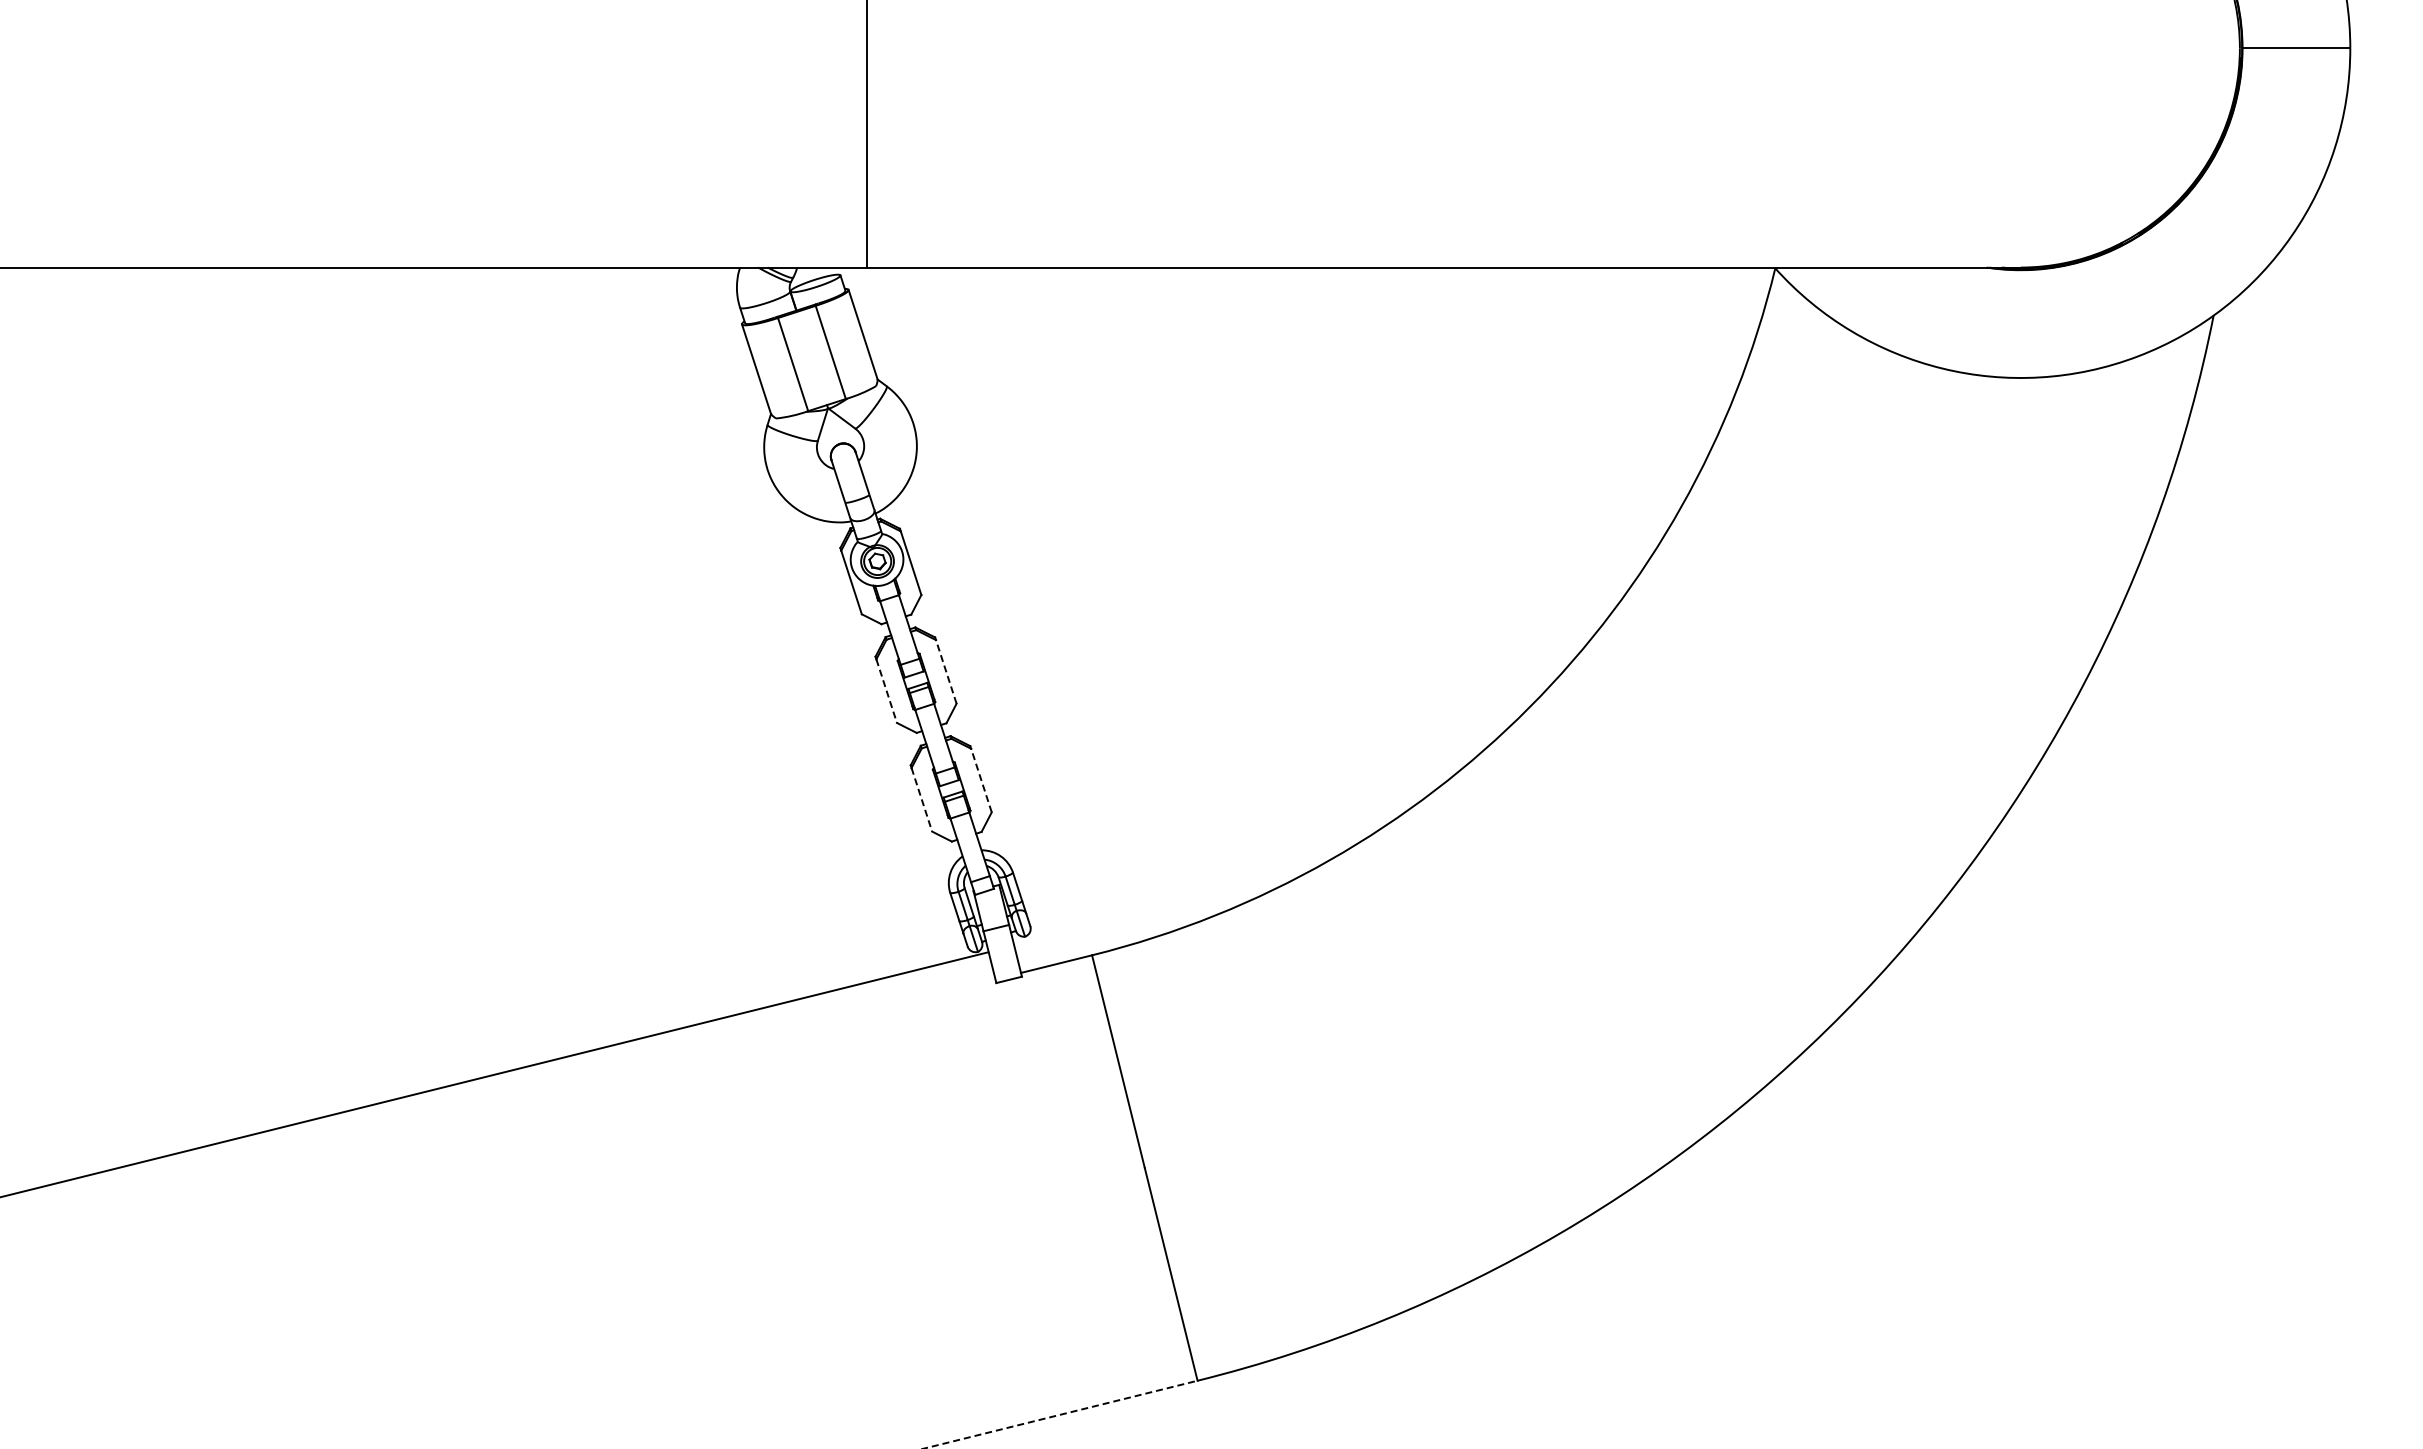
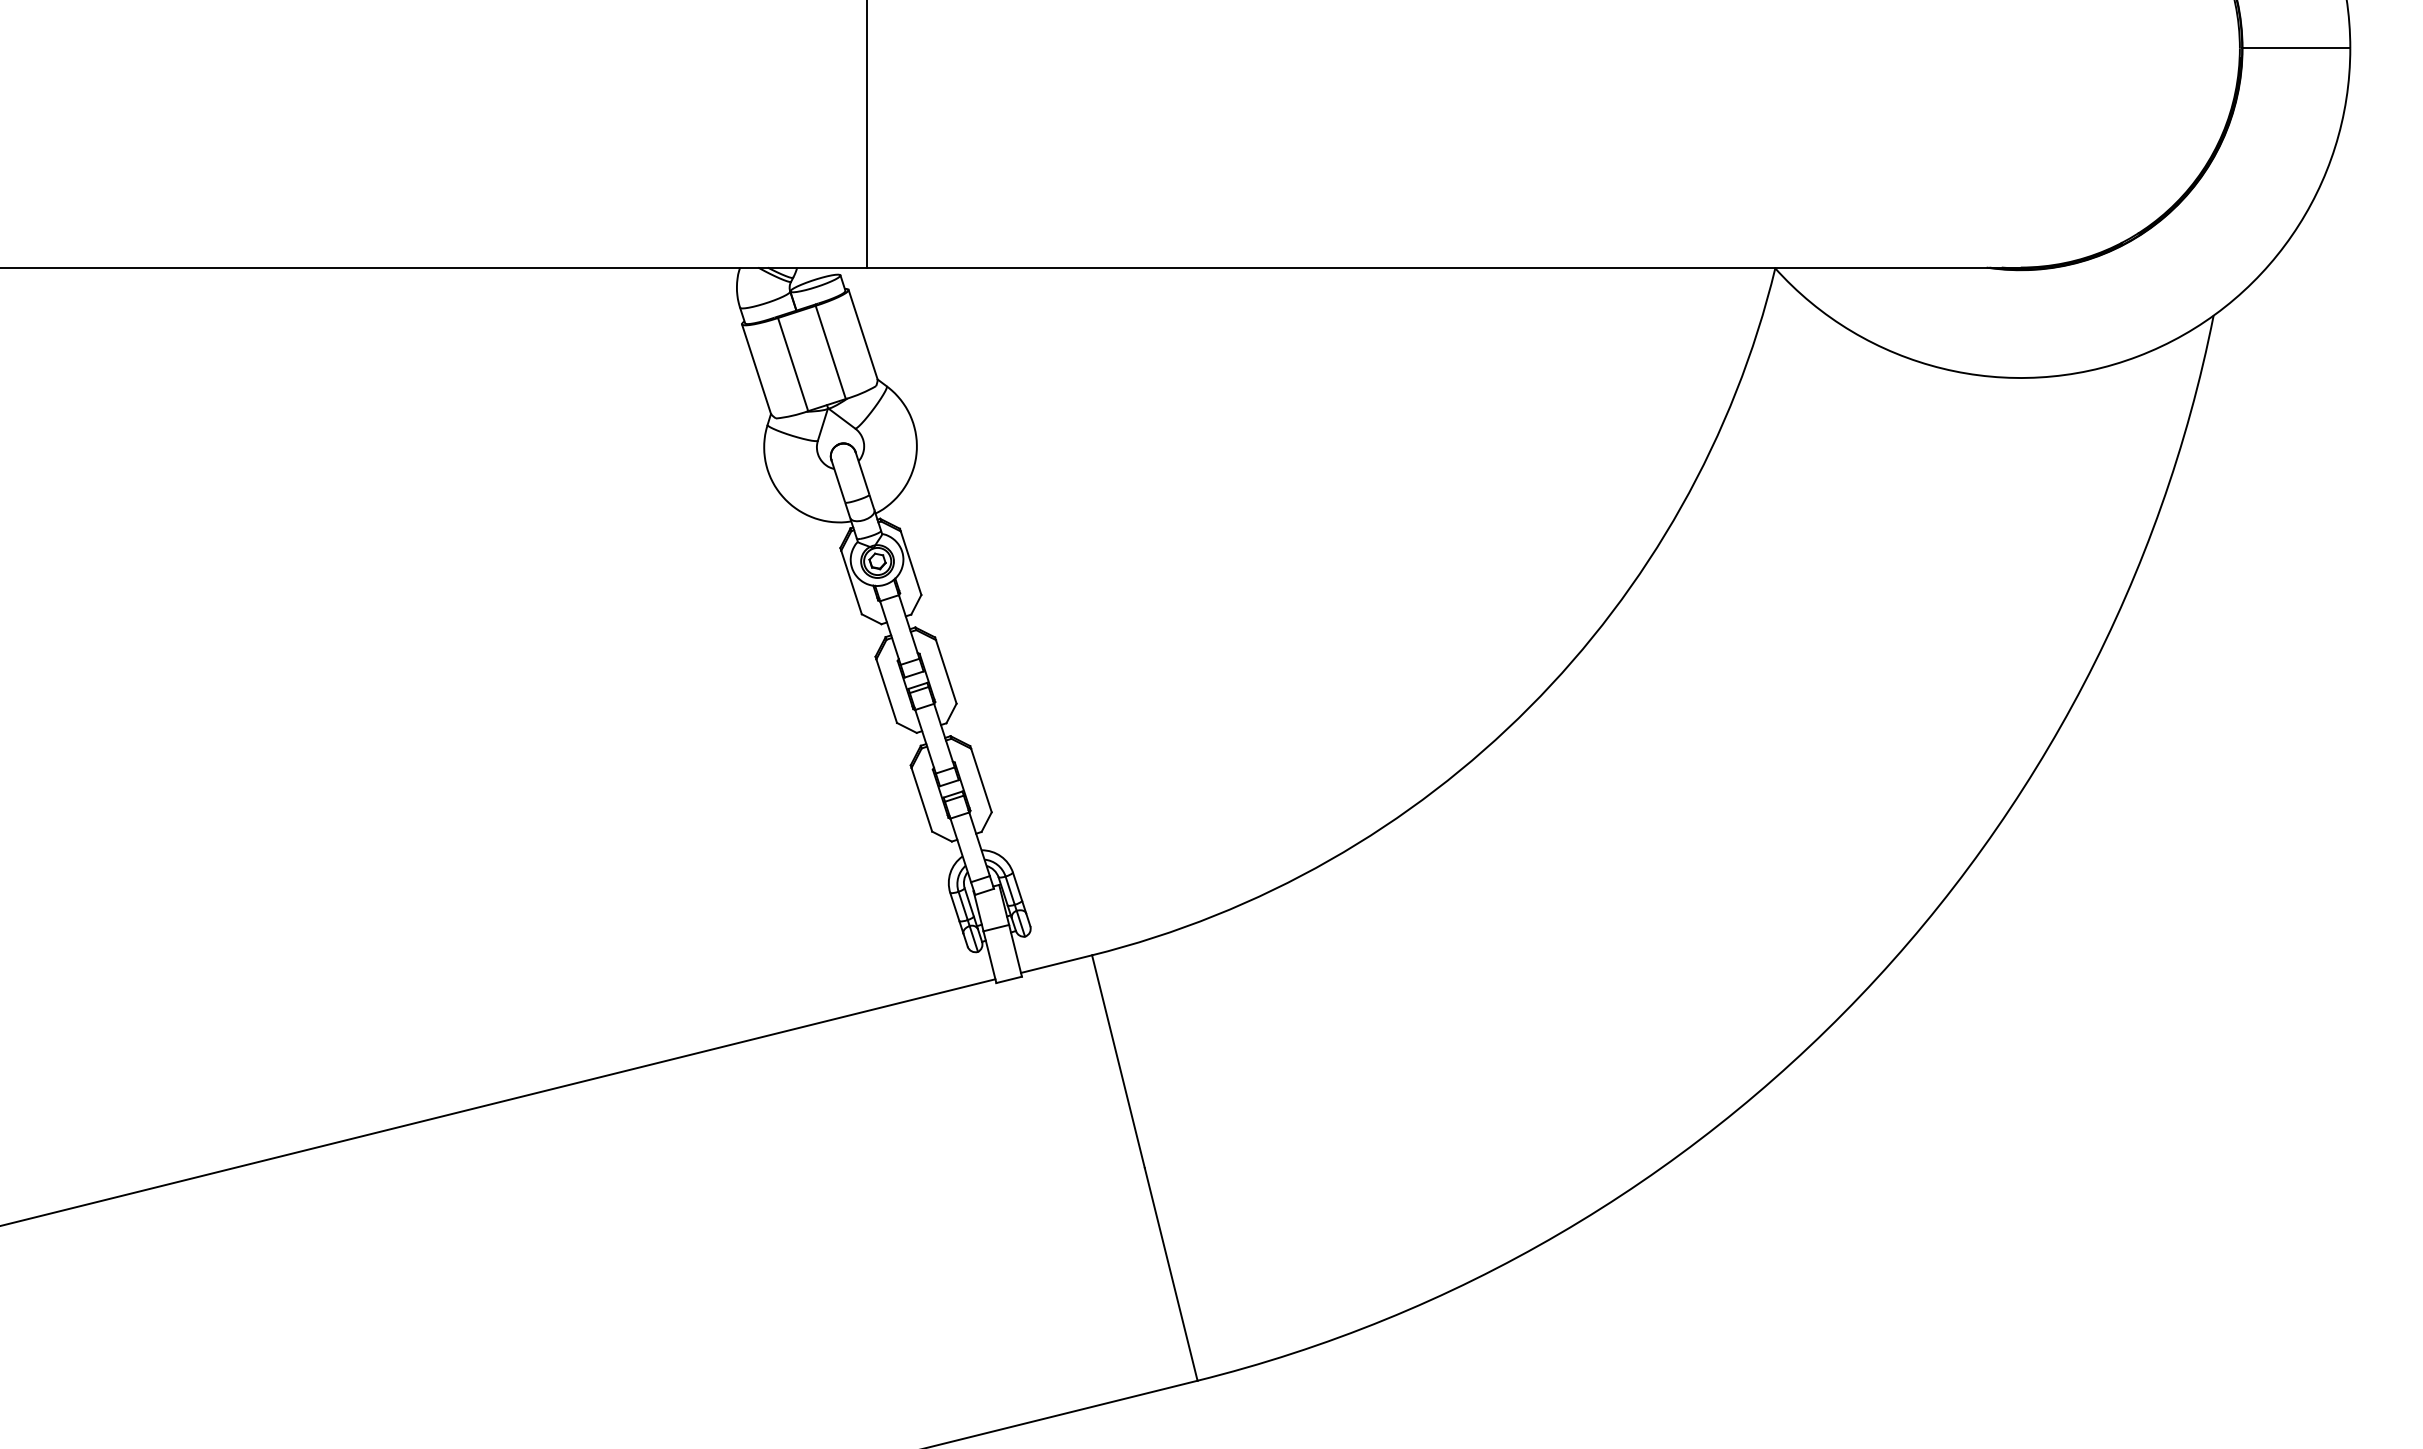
line at (946, 671): dashed -> solid
line at (886, 691): dashed -> solid
line at (981, 780): dashed -> solid
line at (922, 800): dashed -> solid
line at (495, 1074) position: (495, 1074) -> (498, 1102)
line at (1060, 1414): dashed -> solid
